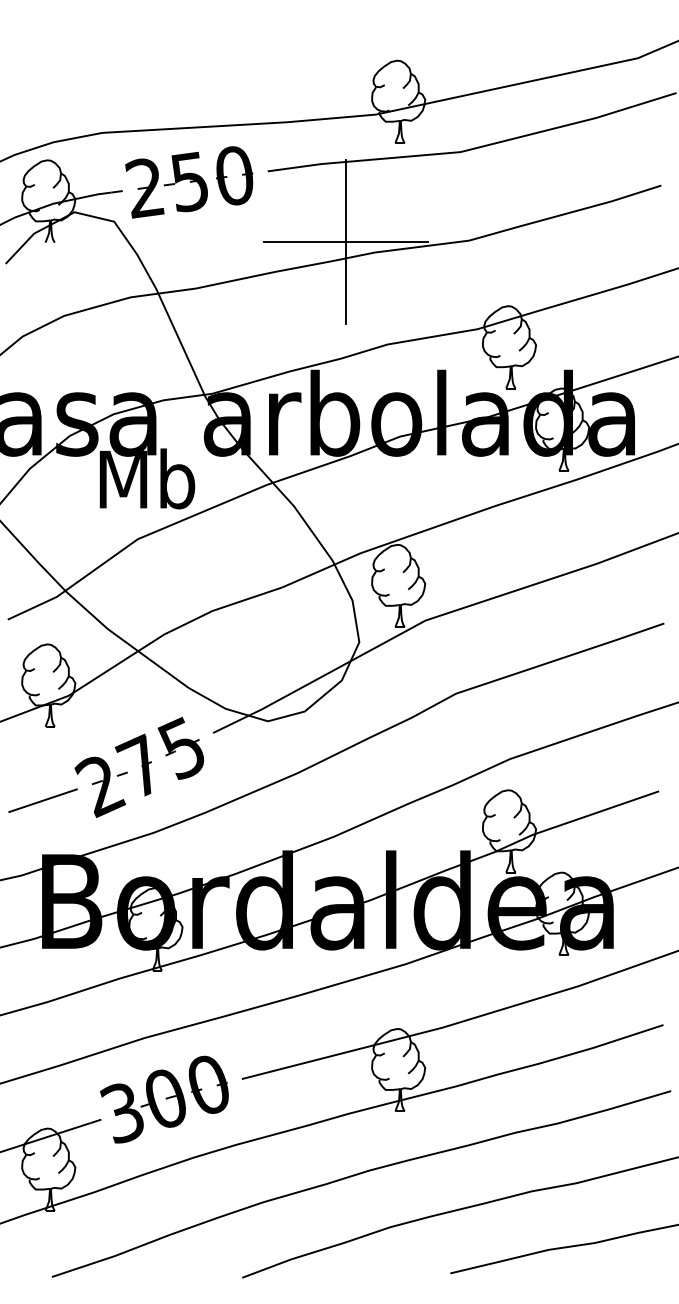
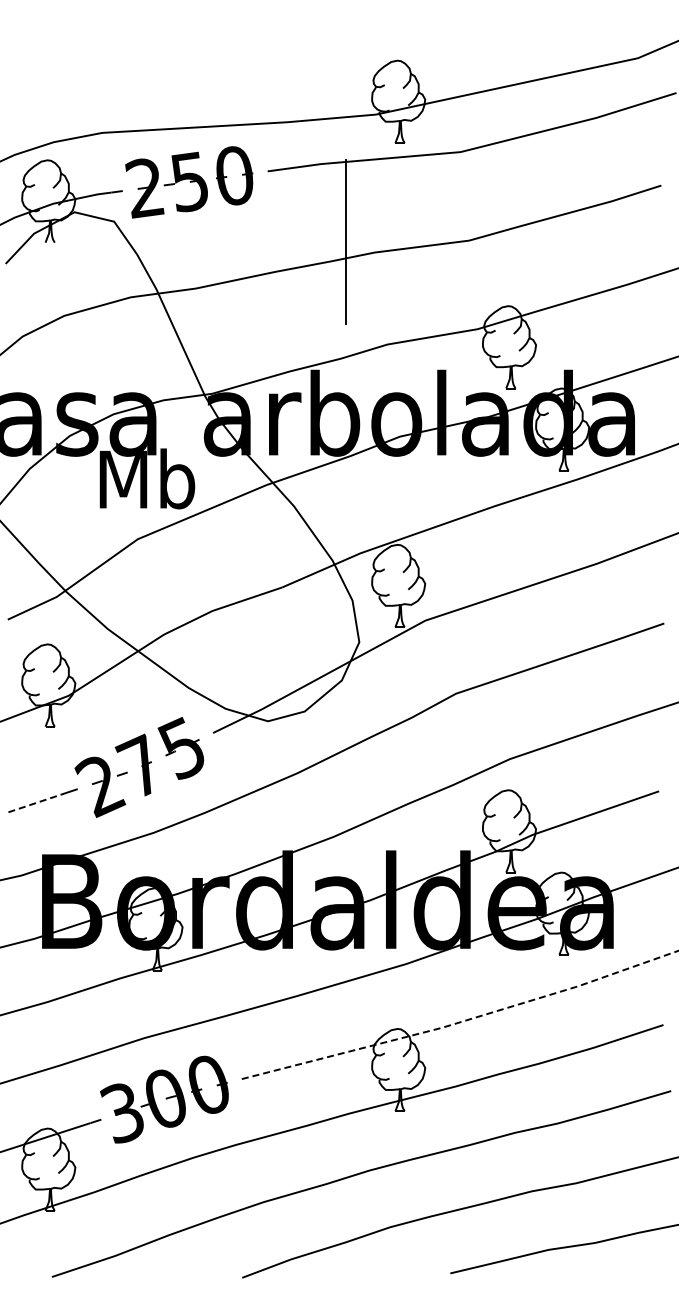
line at (346, 241): present -> none
line at (37, 802): solid -> dashed
line at (463, 1021): solid -> dashed
